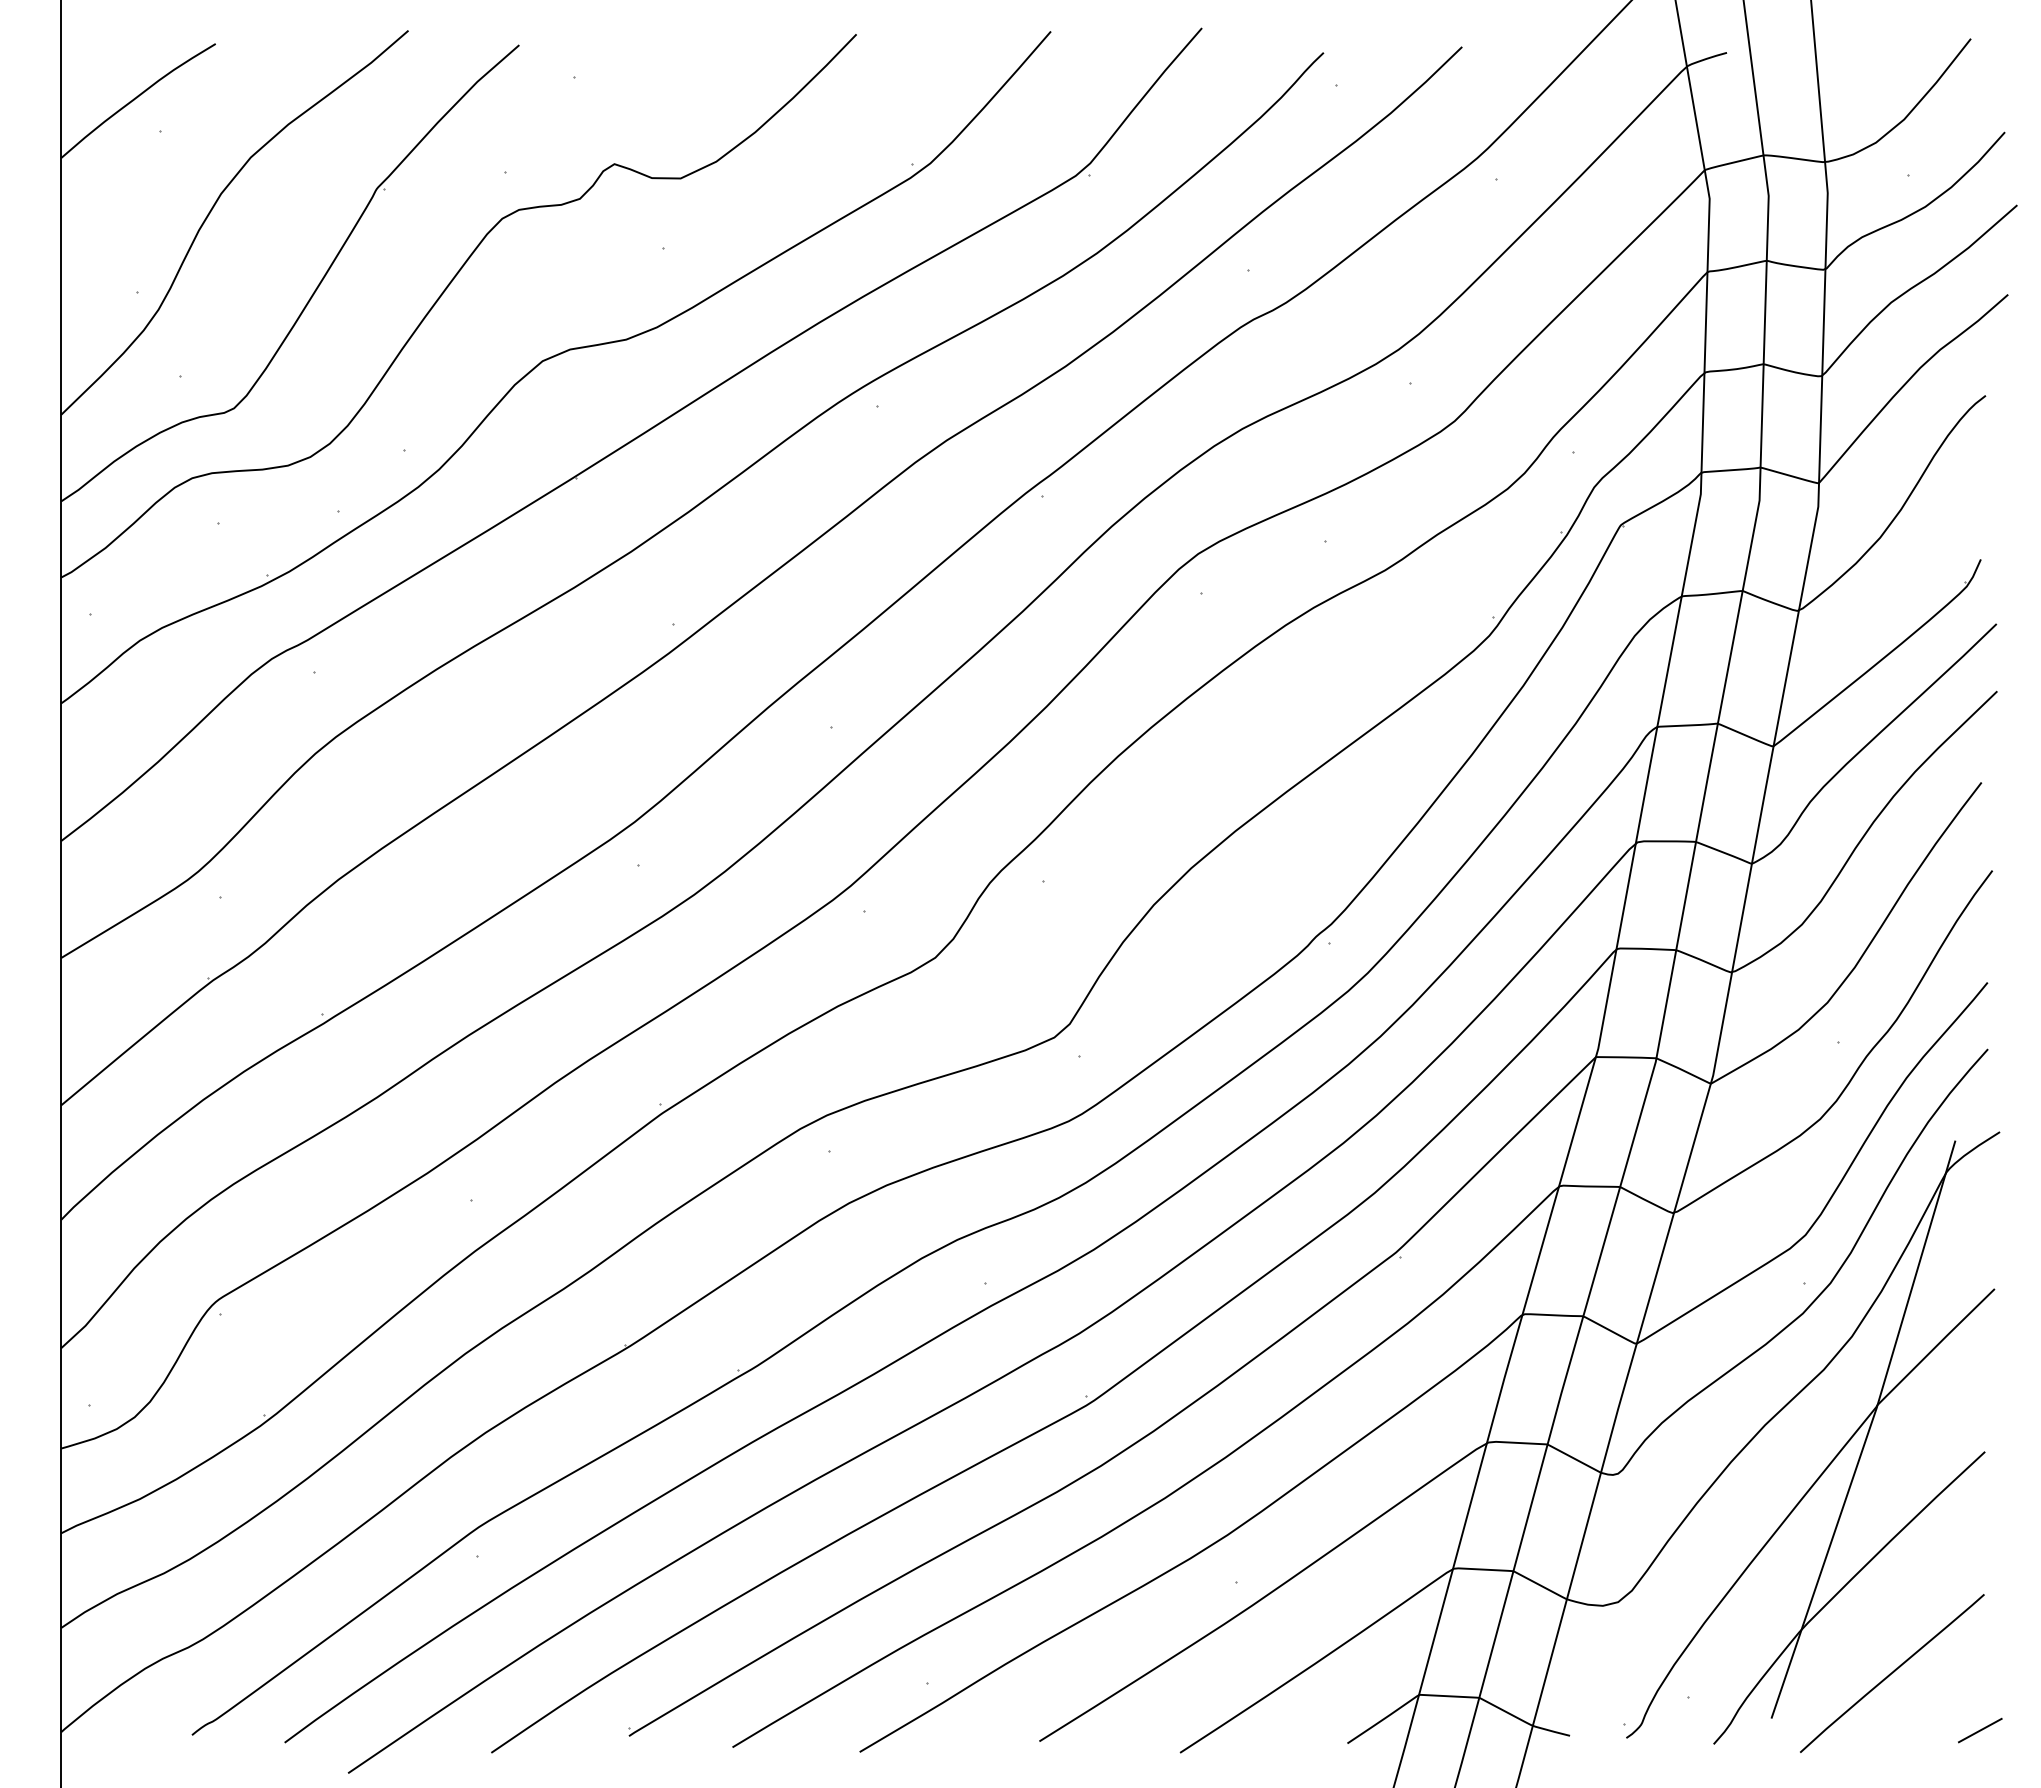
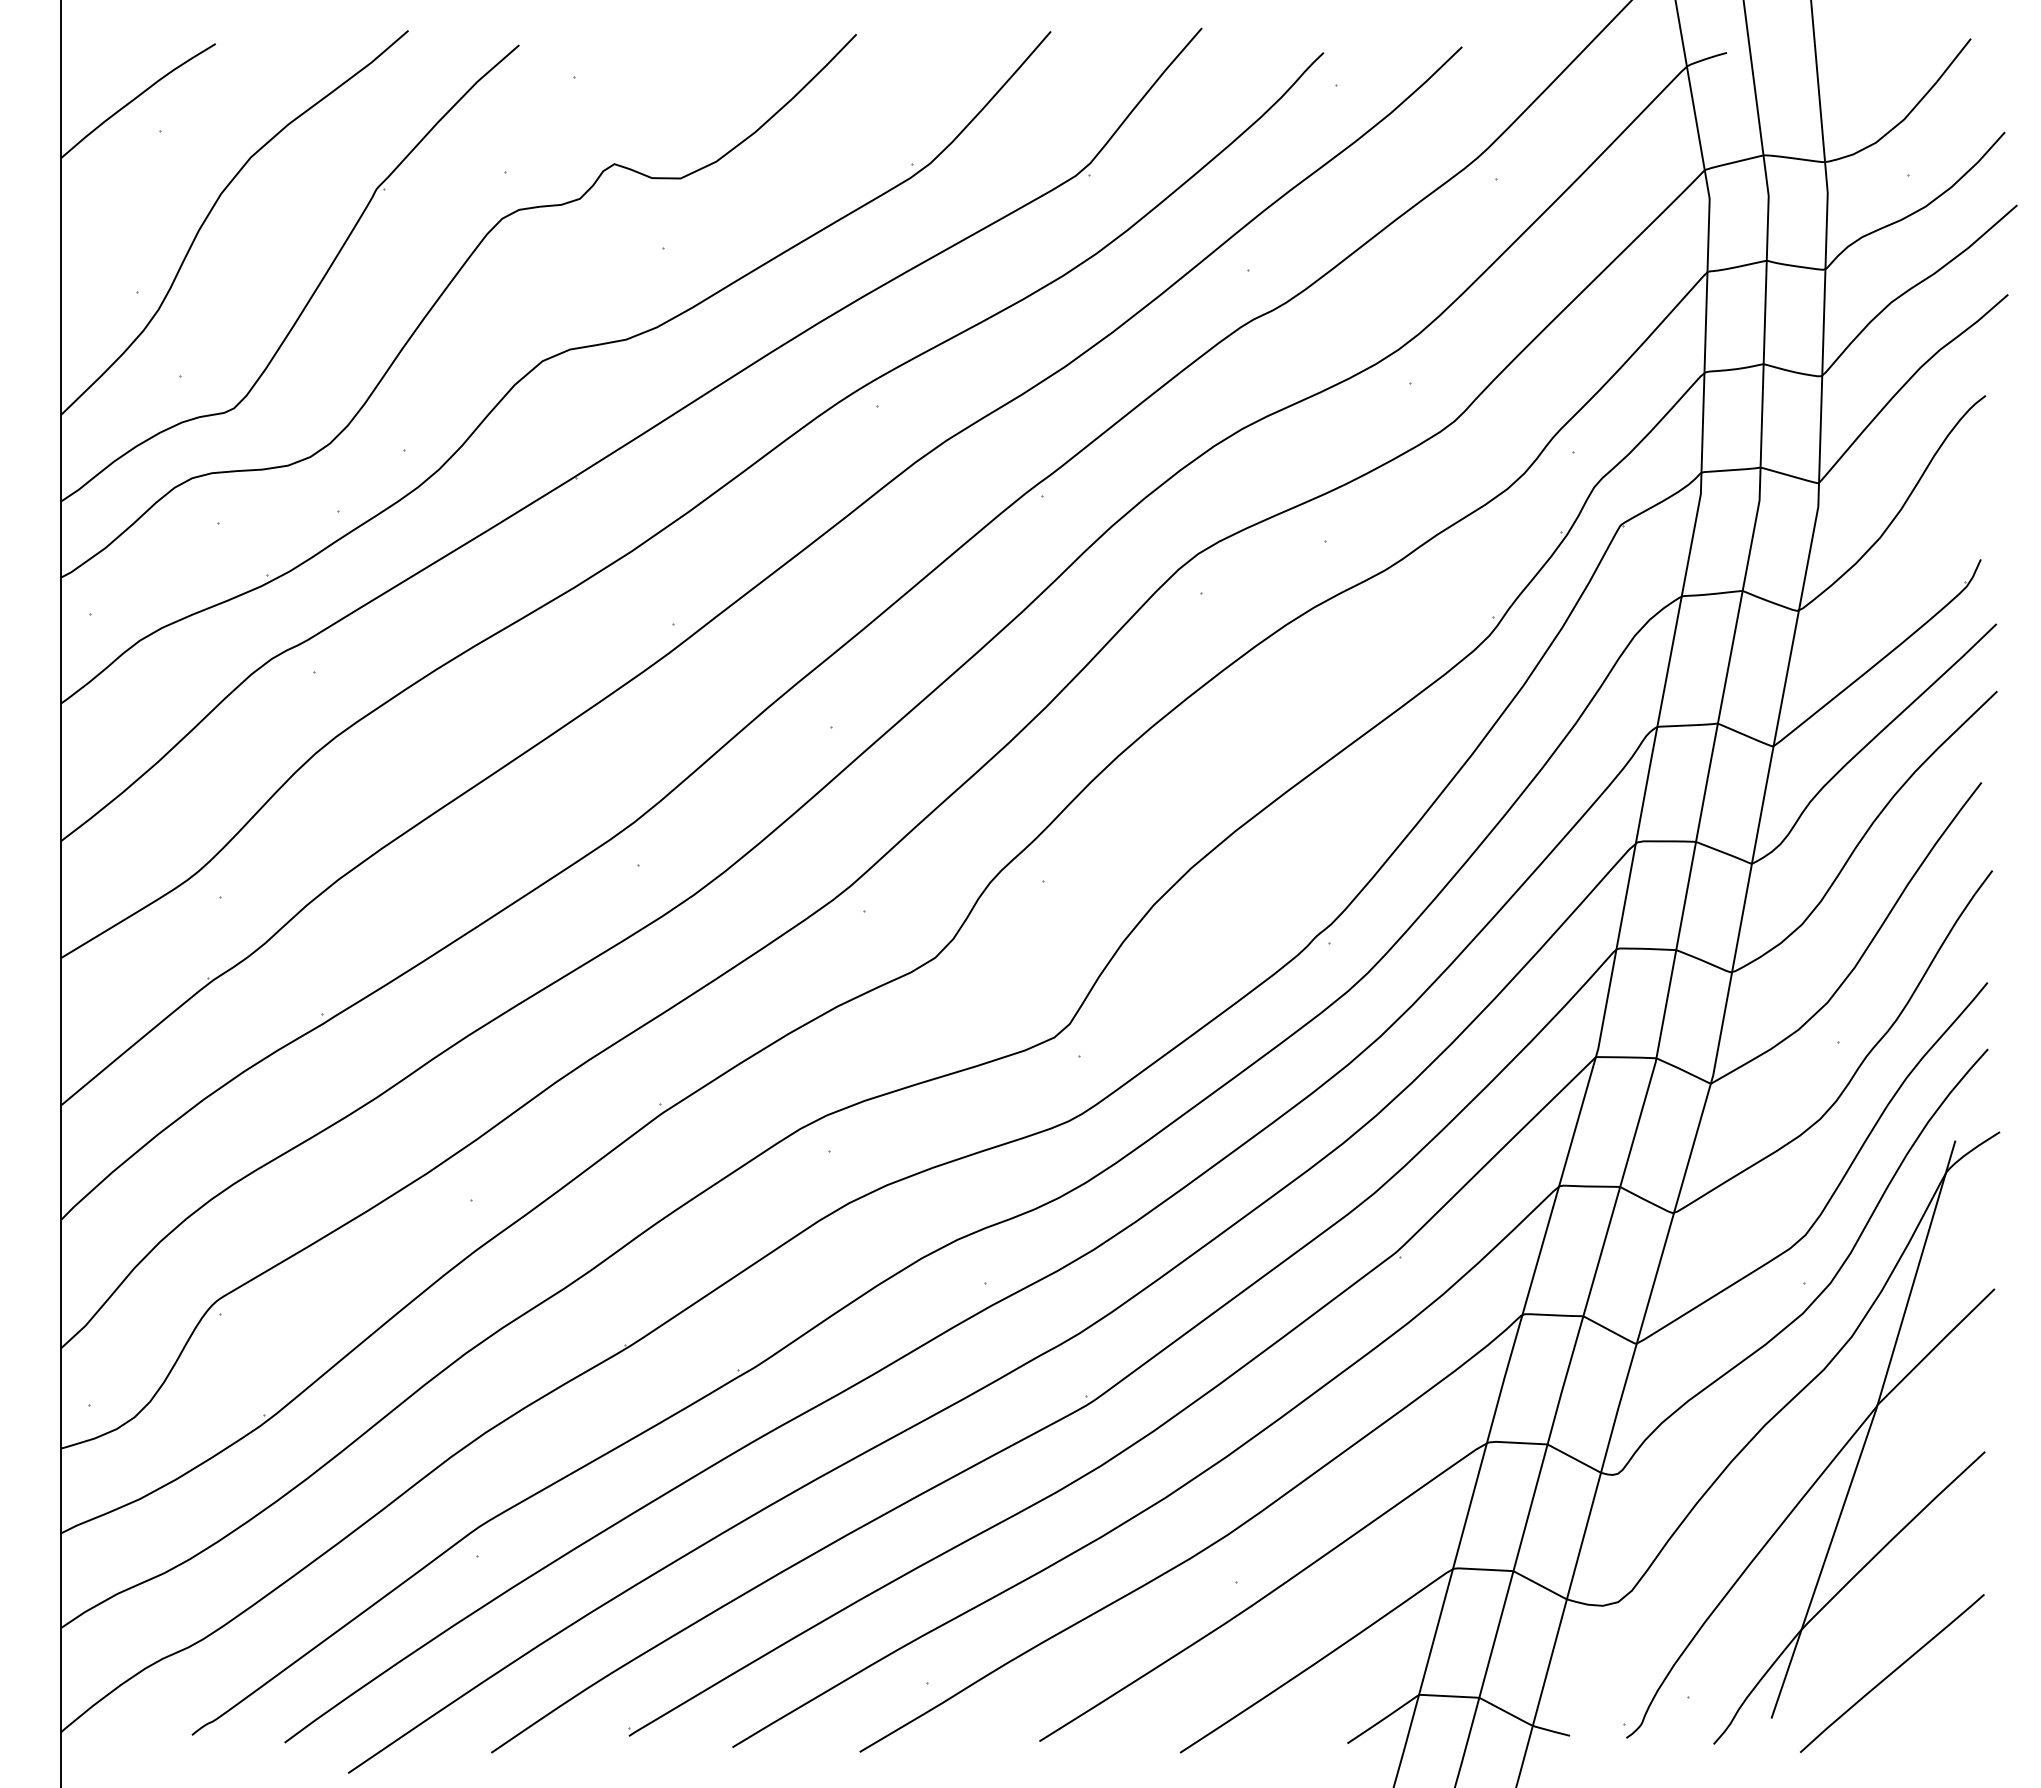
line at (1980, 1730): present -> none
